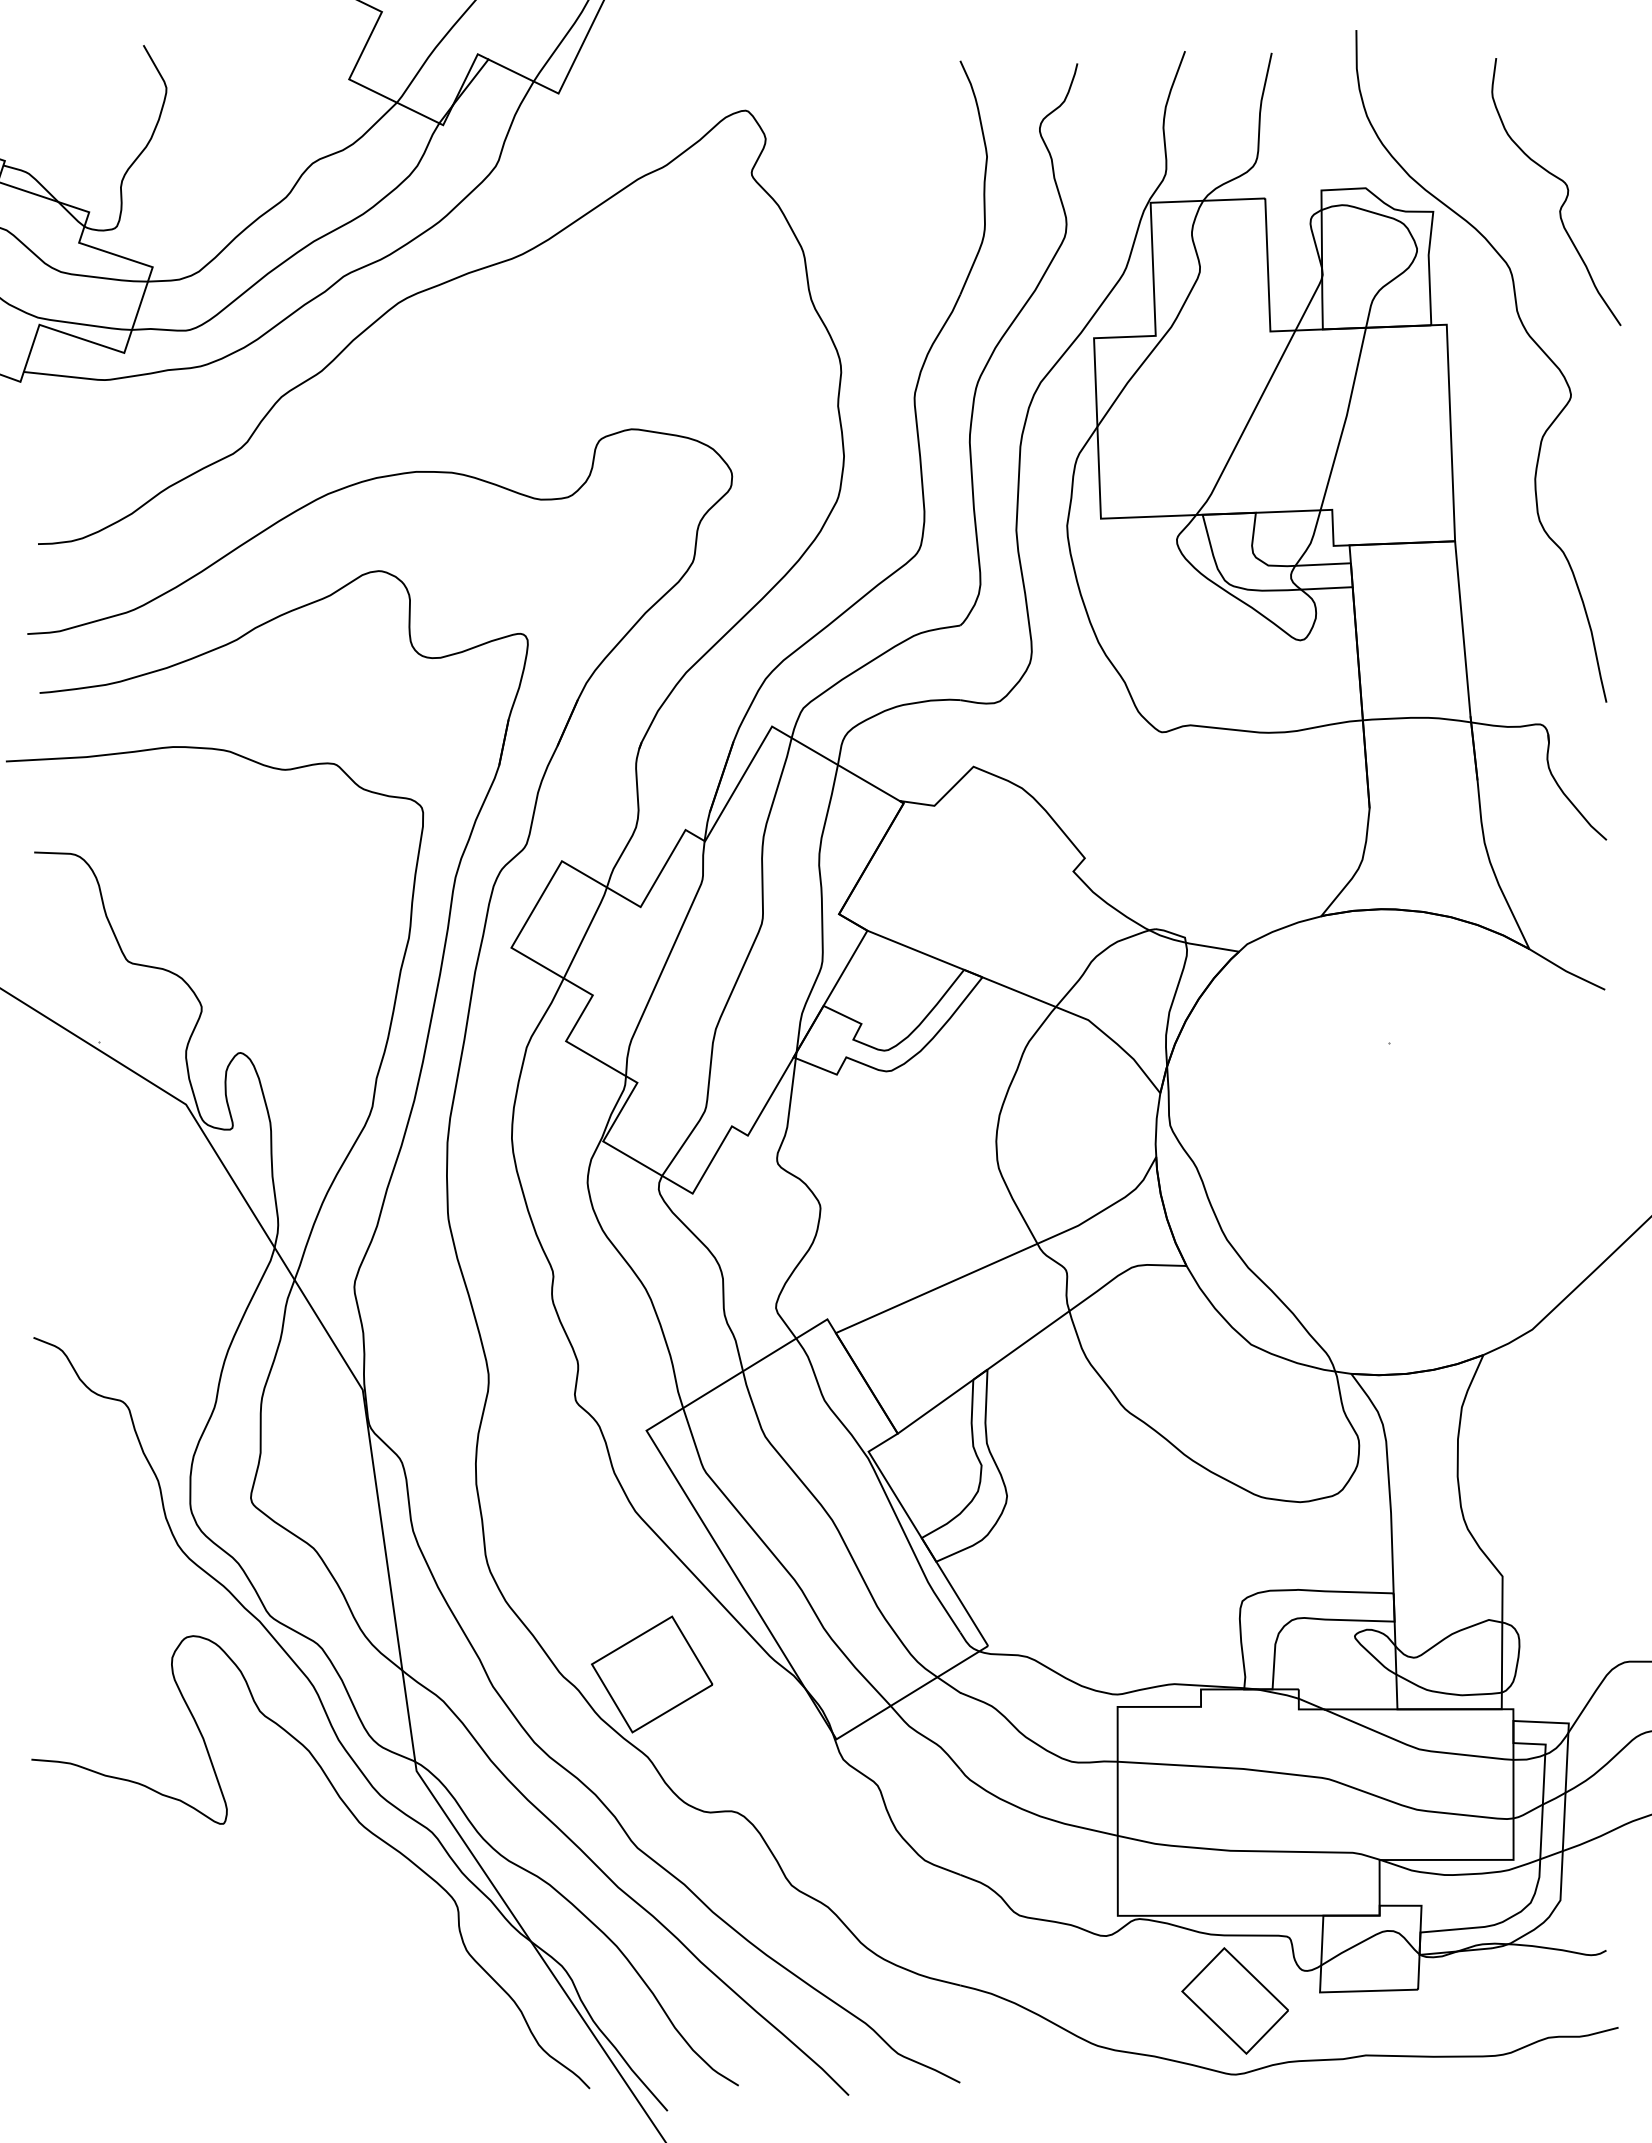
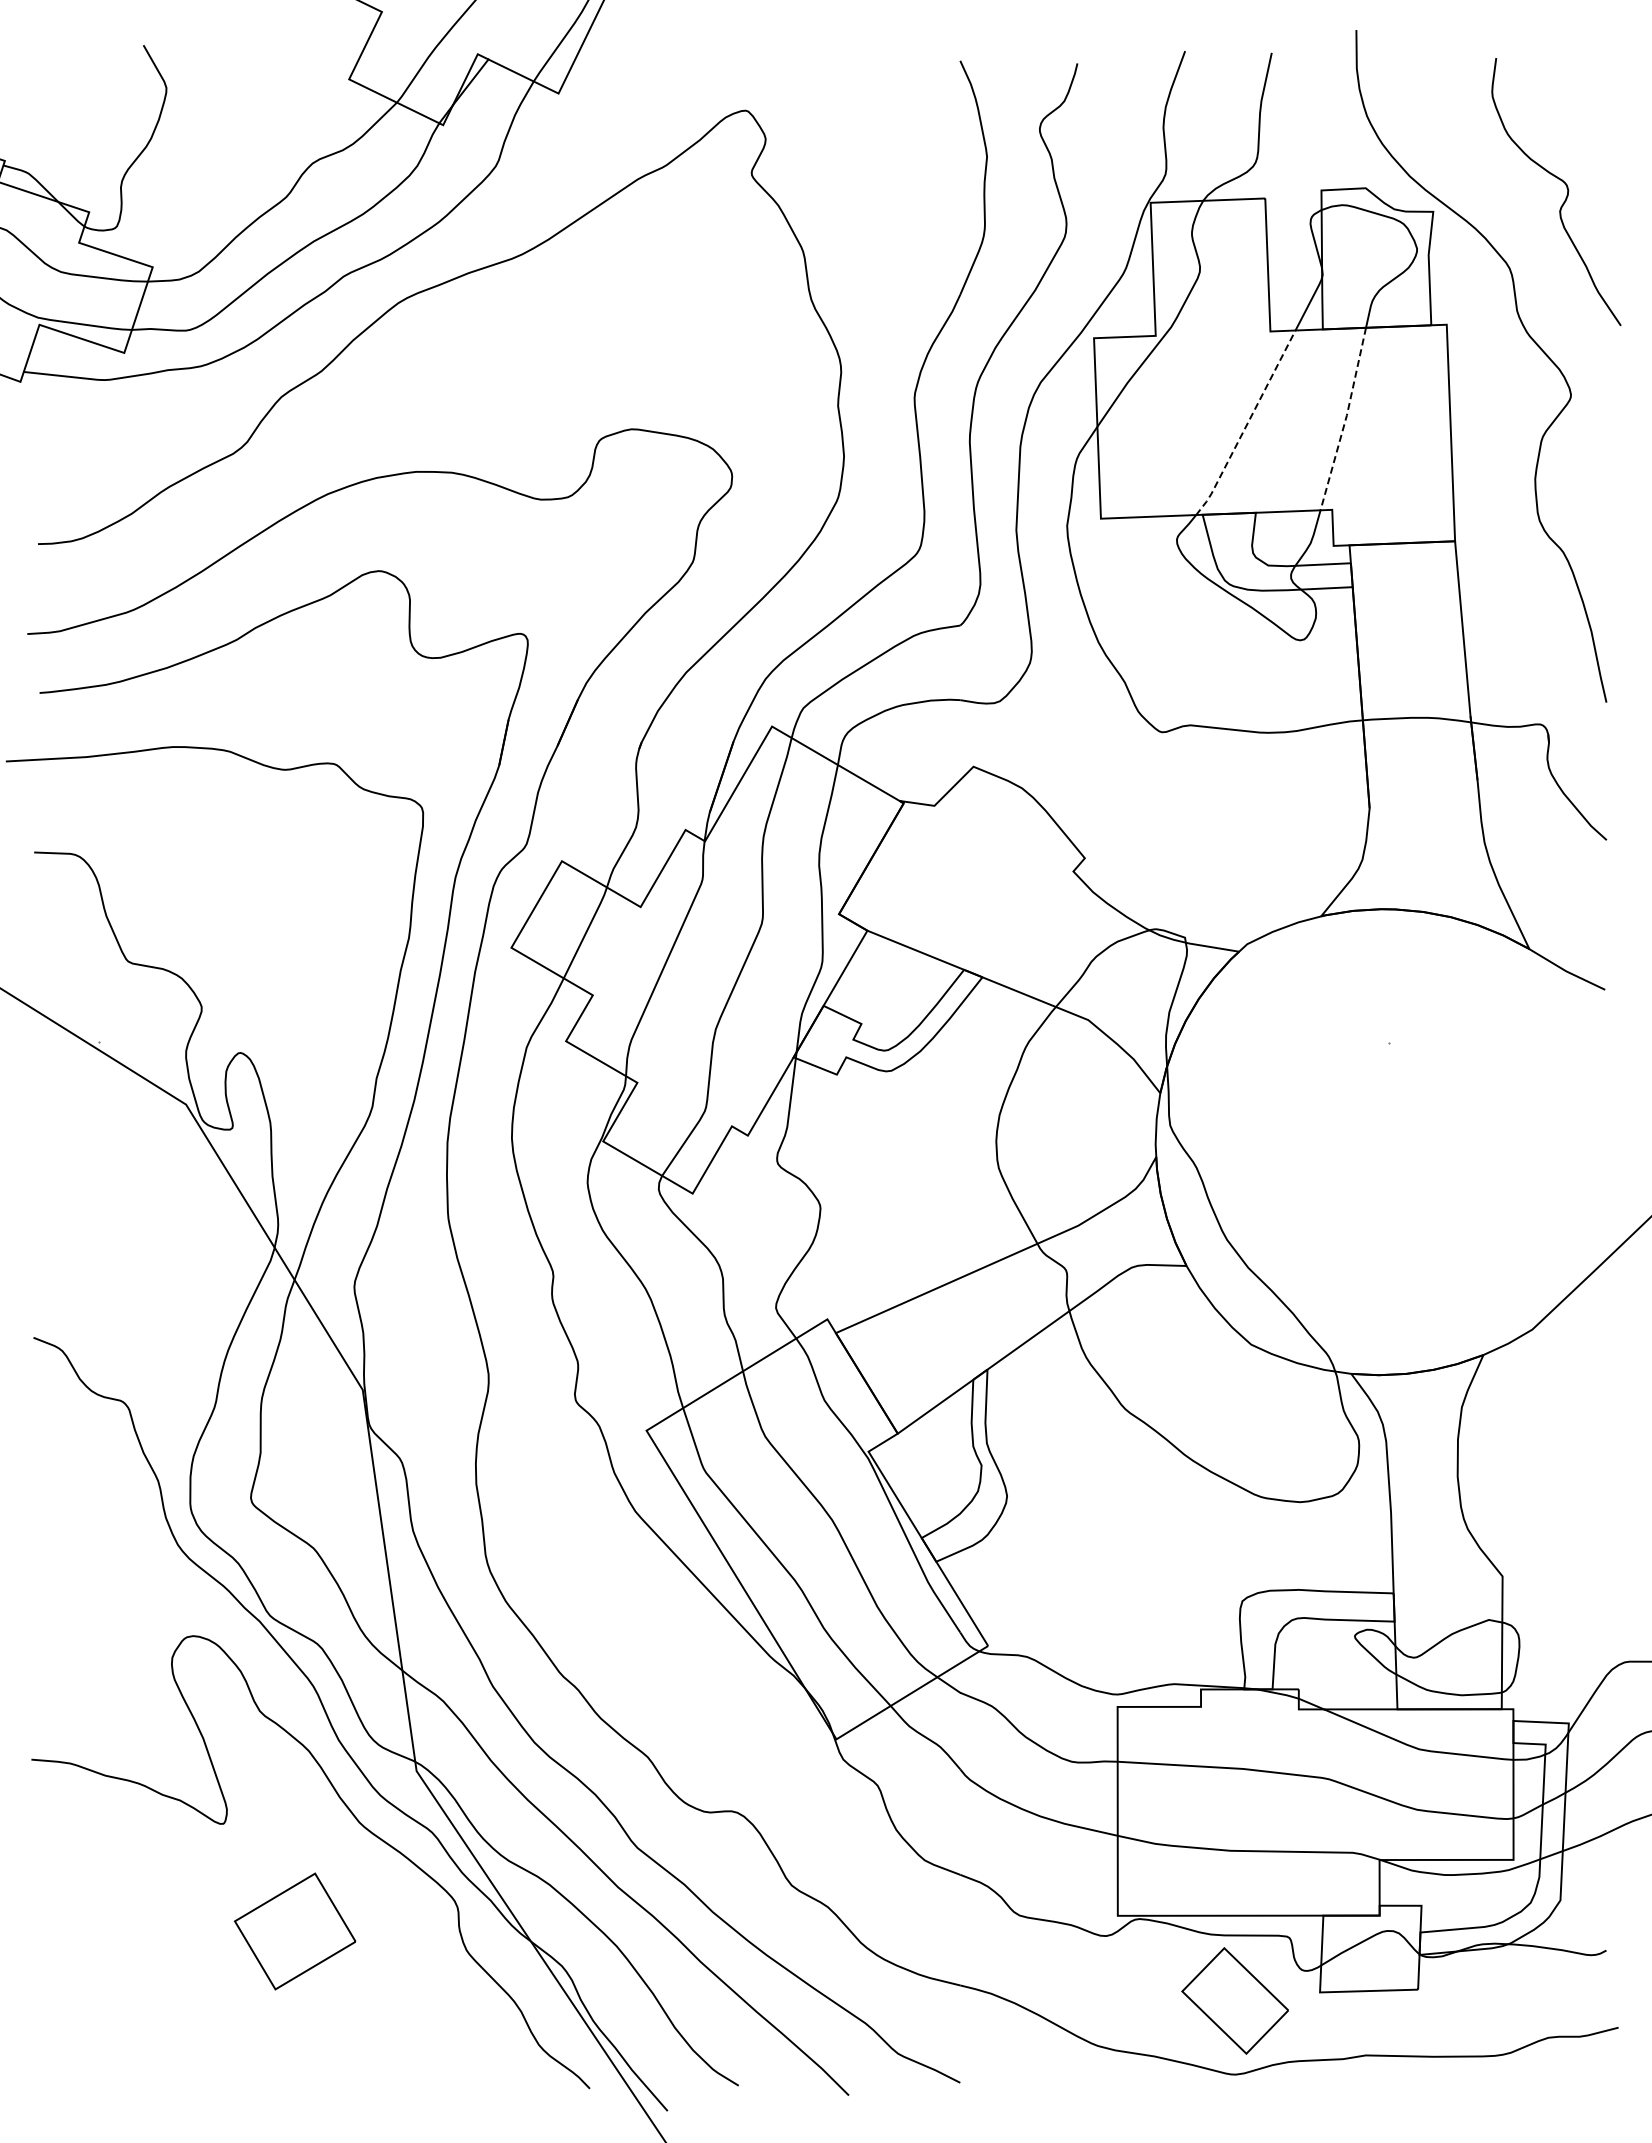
line at (1345, 419): solid -> dashed
line at (1247, 424): solid -> dashed
part at (652, 1674) position: (652, 1674) -> (295, 1931)
